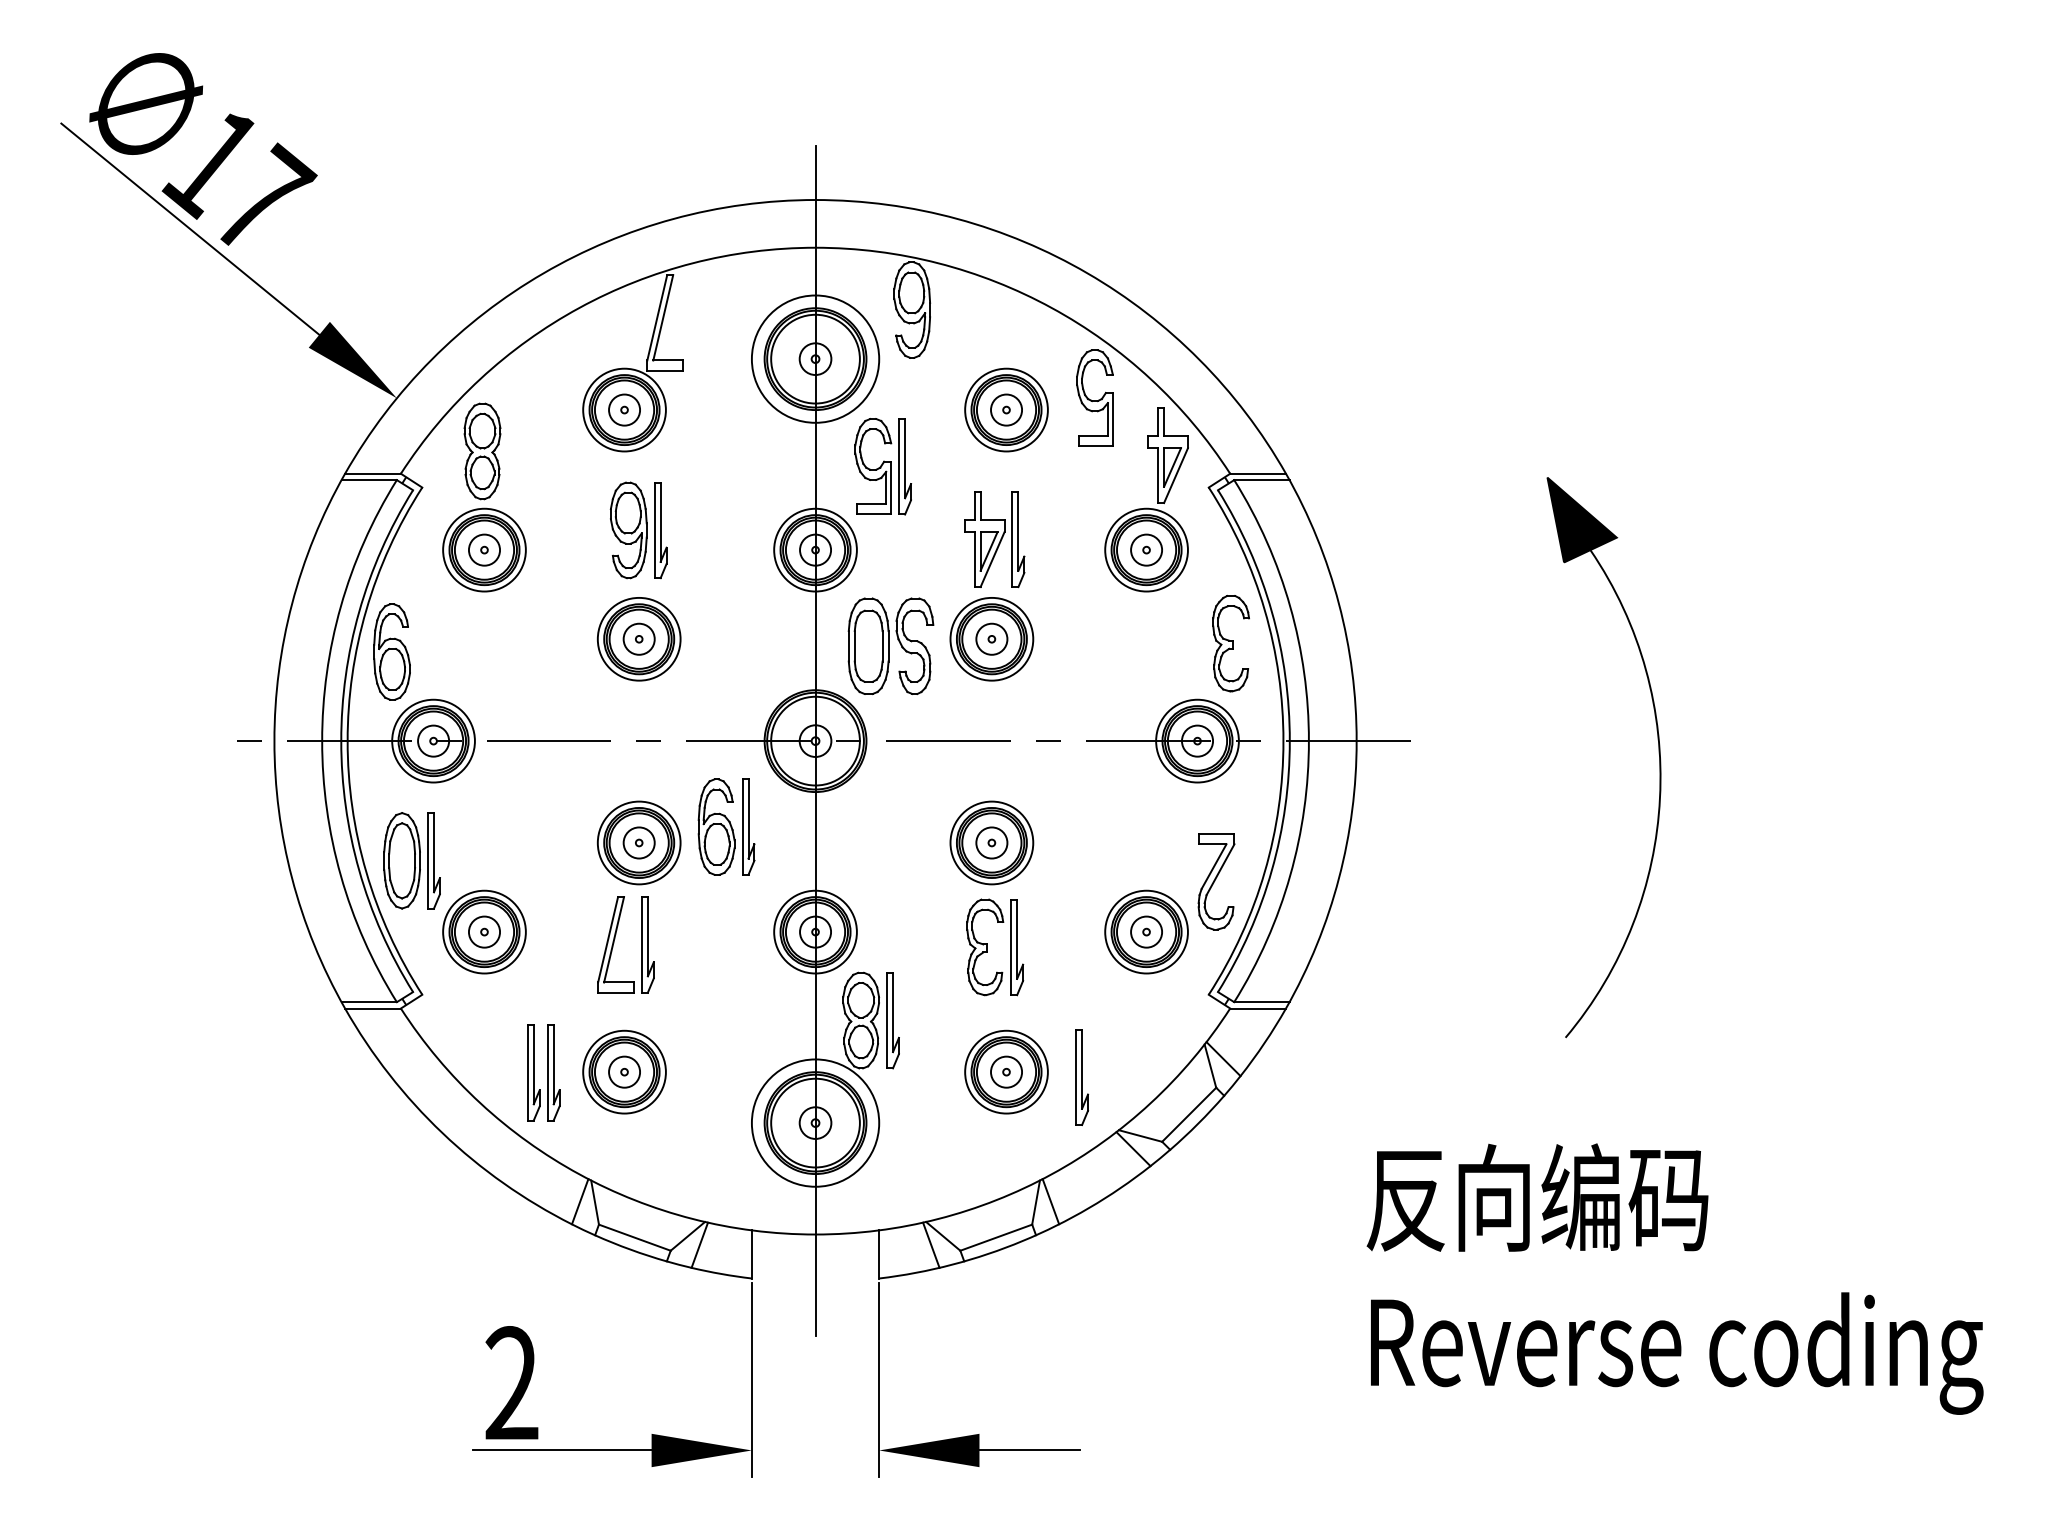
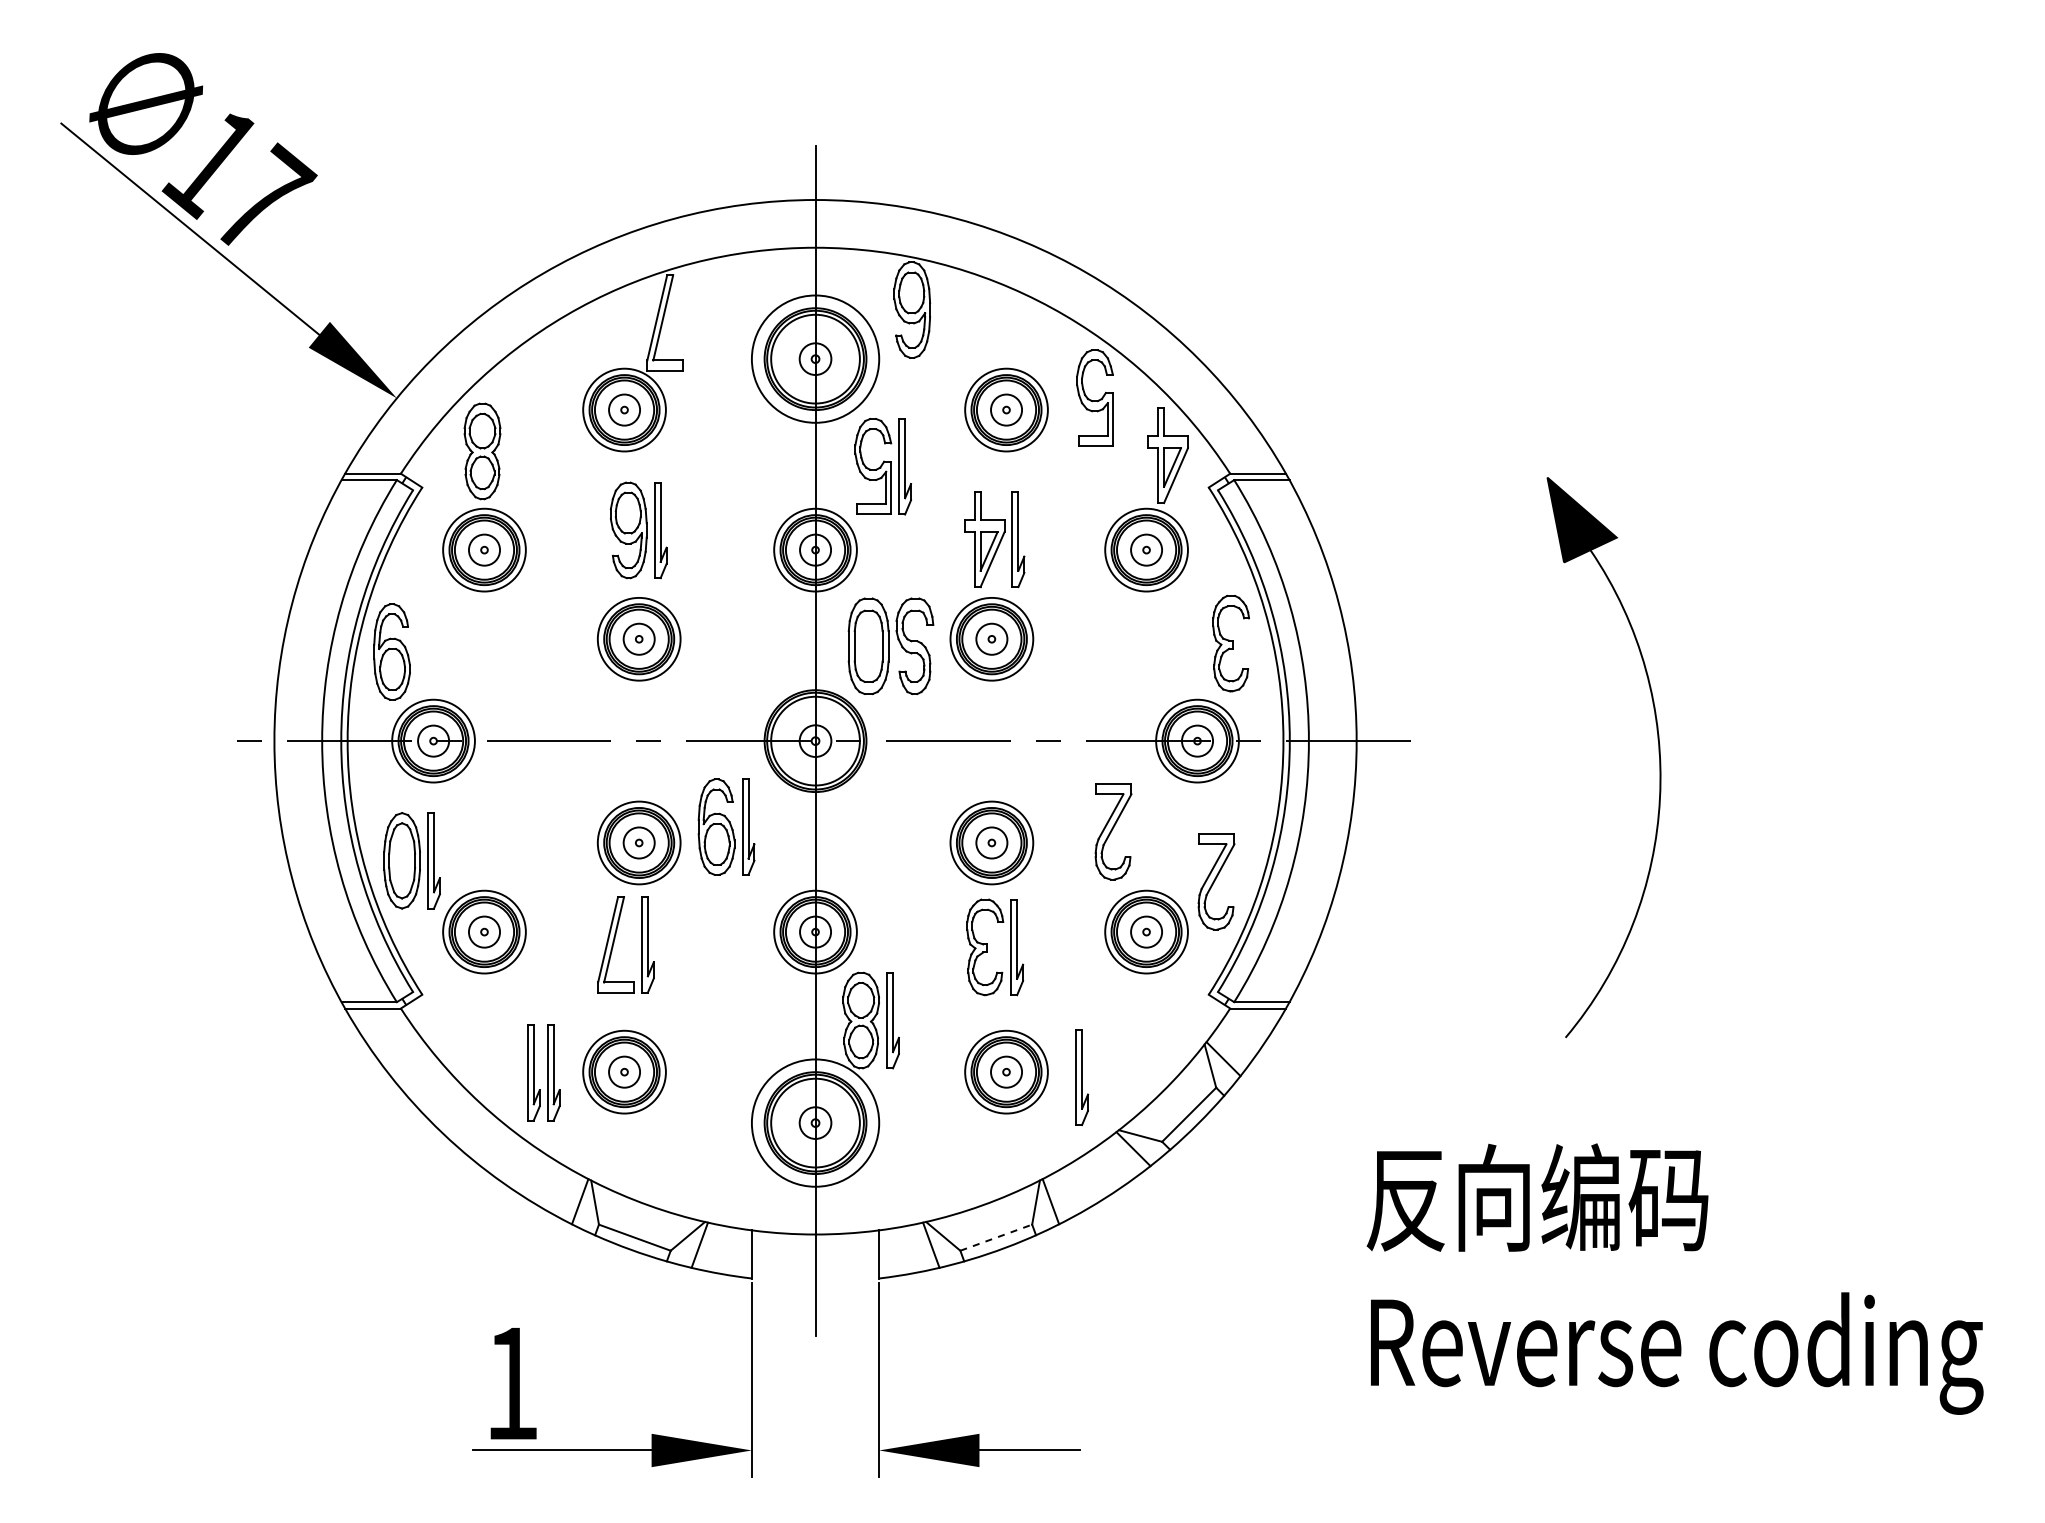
part at (1113, 831): none -> present
line at (996, 1237): solid -> dashed
text at (511, 1382): 2 -> 1
